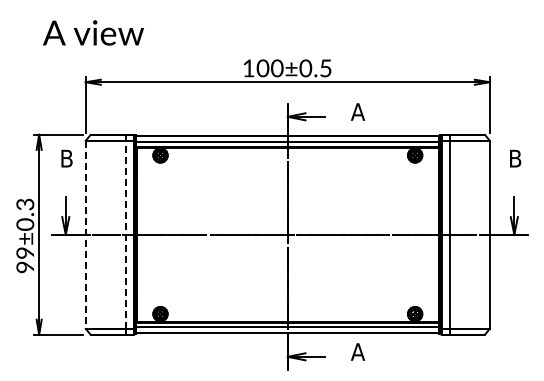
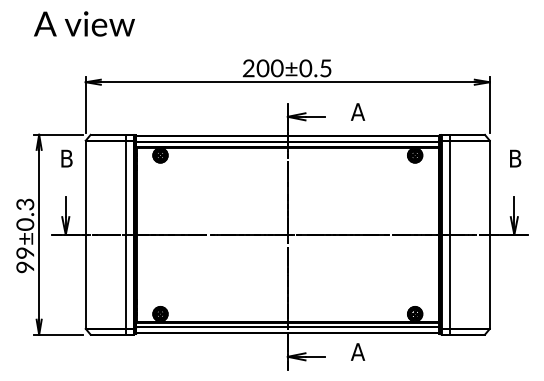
text at (93, 32) position: (93, 32) -> (84, 23)
text at (248, 68): 100±0.5 -> 200±0.5
line at (85, 234): dashed -> solid
line at (126, 234): dashed -> solid
